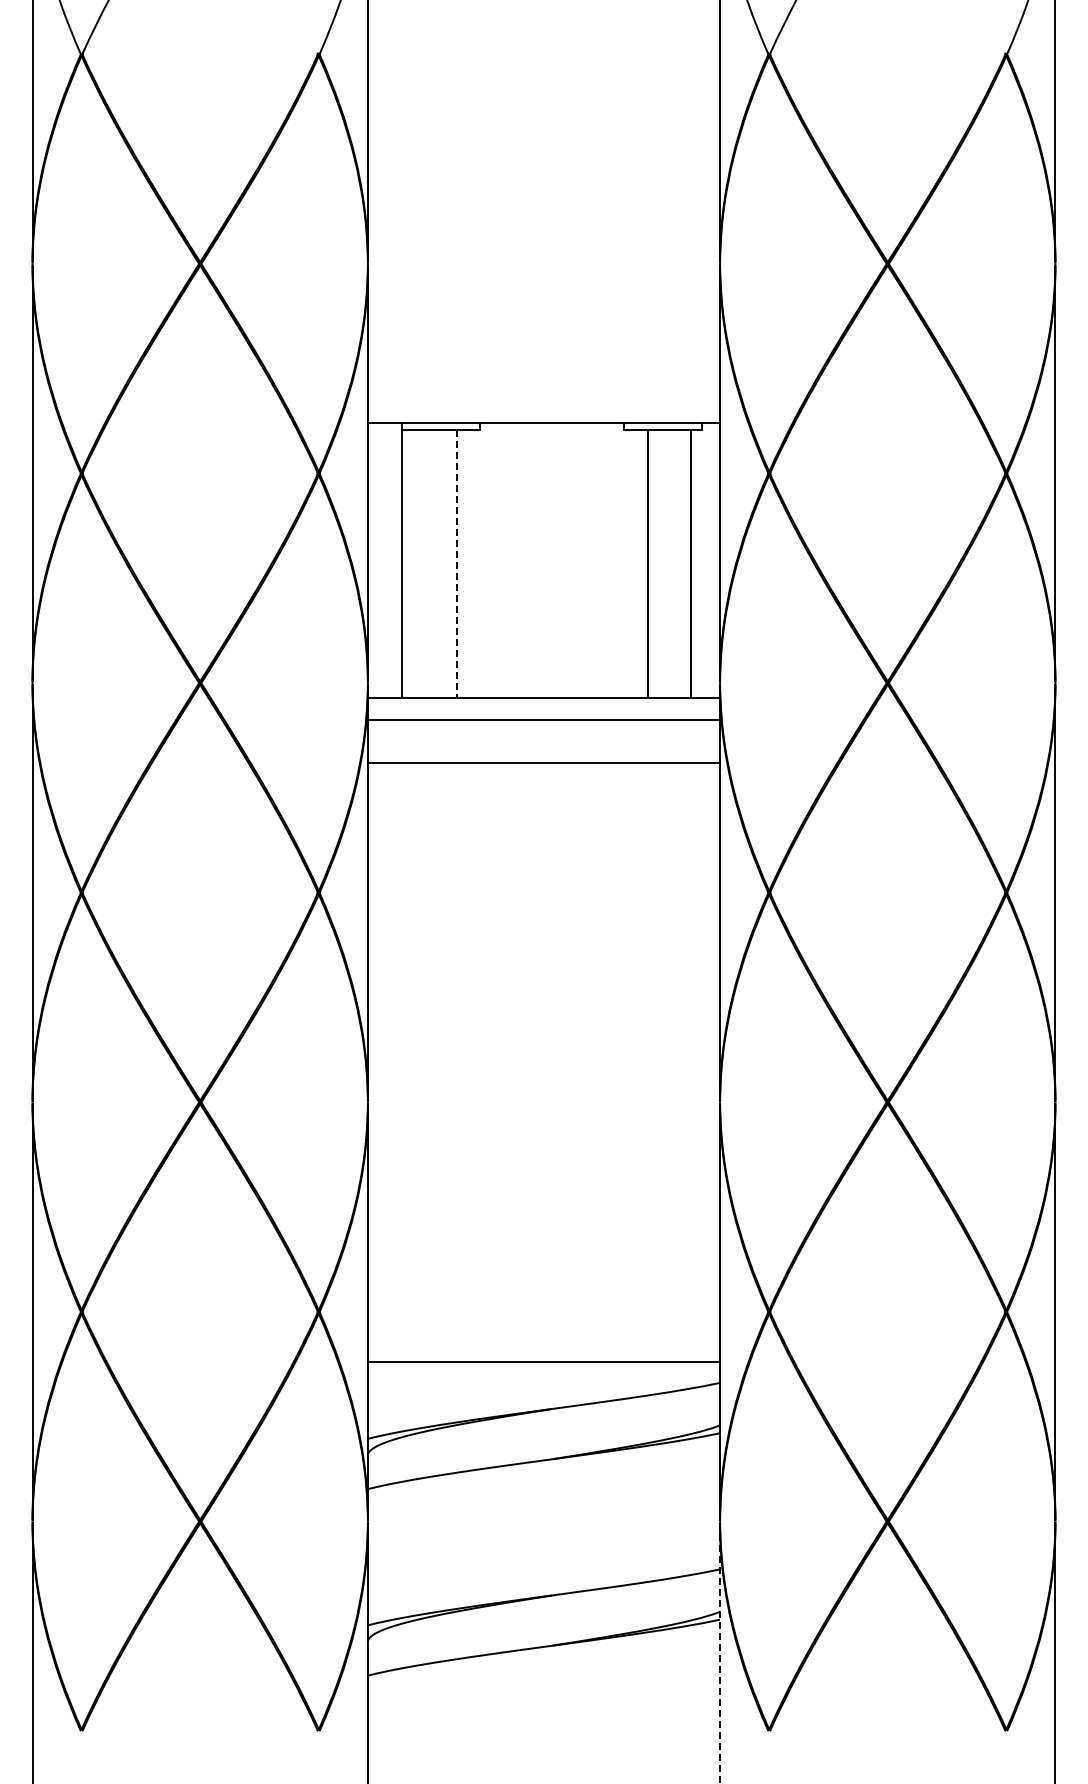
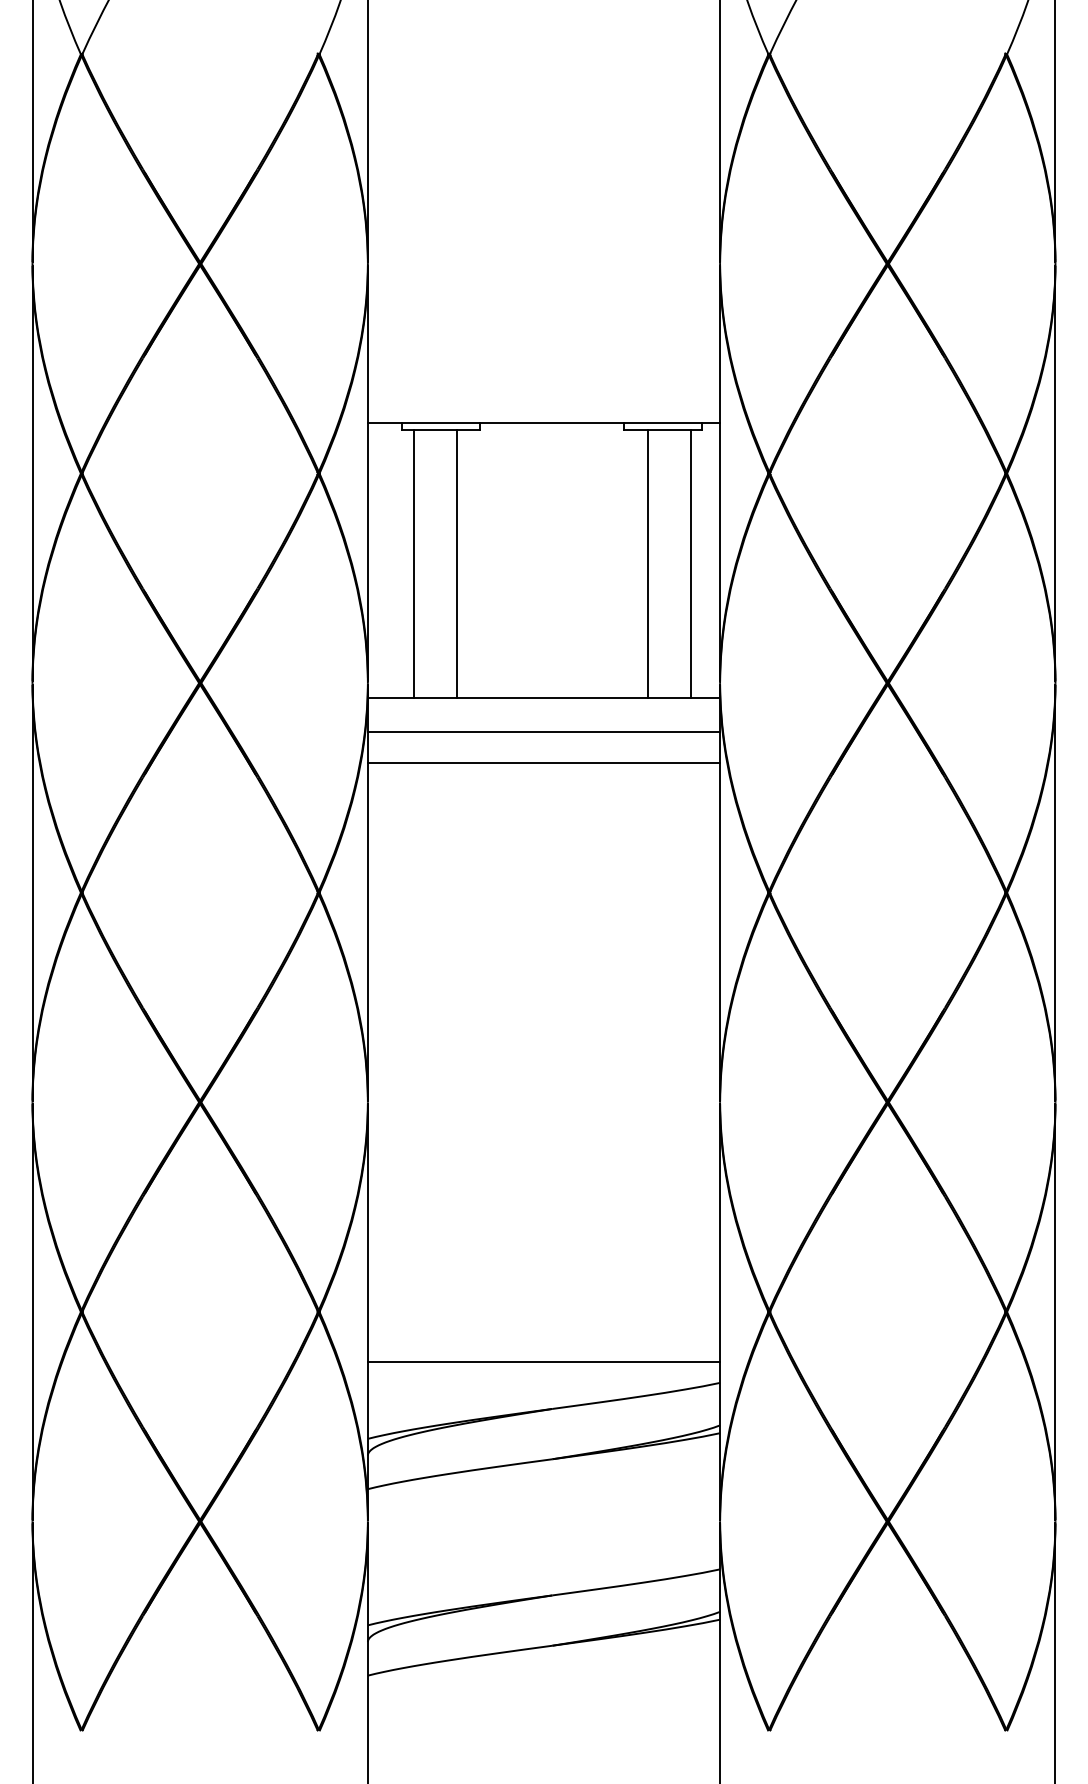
line at (402, 563) position: (402, 563) -> (414, 563)
line at (457, 564): dashed -> solid
line at (543, 719) position: (543, 719) -> (543, 731)
line at (720, 1653): dashed -> solid
